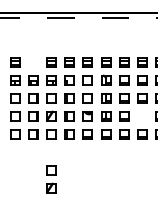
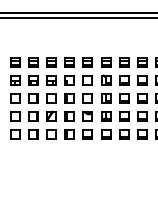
line at (78, 17): dashed -> solid
part at (33, 62): none -> present
part at (142, 116): none -> present
part at (51, 179): present -> none
